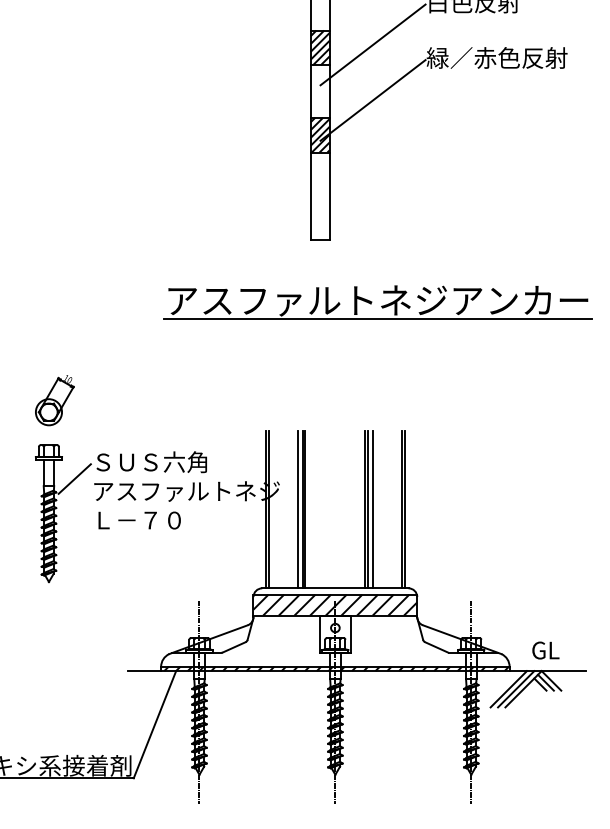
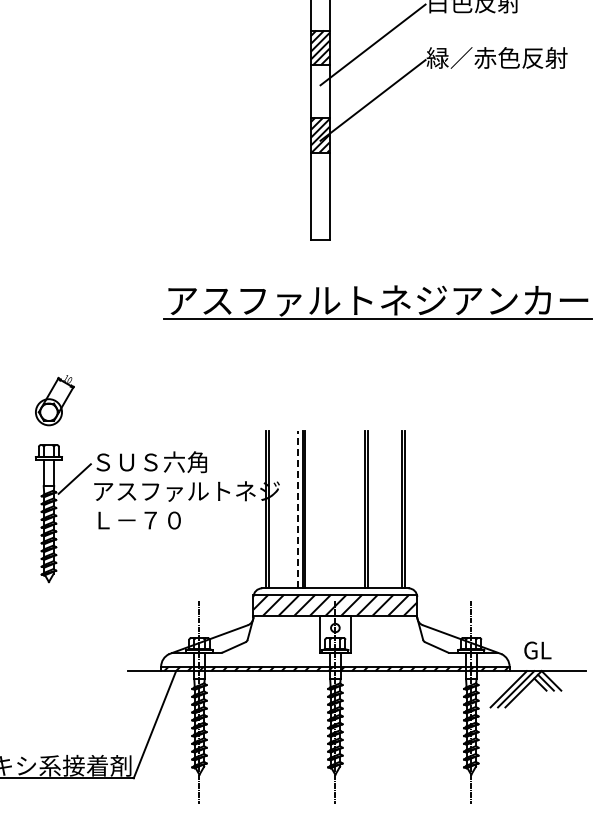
line at (298, 509): solid -> dashed
line at (372, 509): present -> none
text at (545, 650) position: (545, 650) -> (537, 650)
